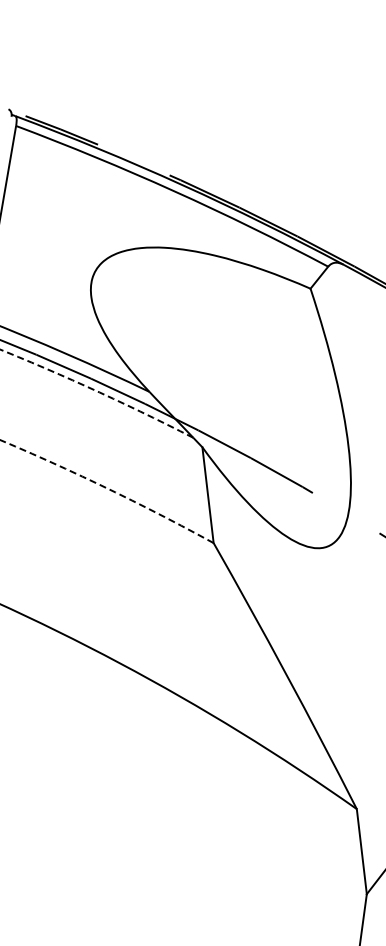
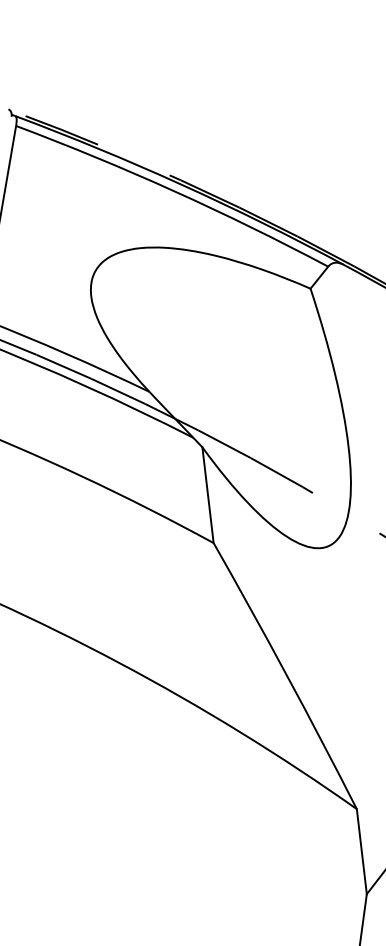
arc at (97, 391): dashed -> solid
arc at (108, 489): dashed -> solid
